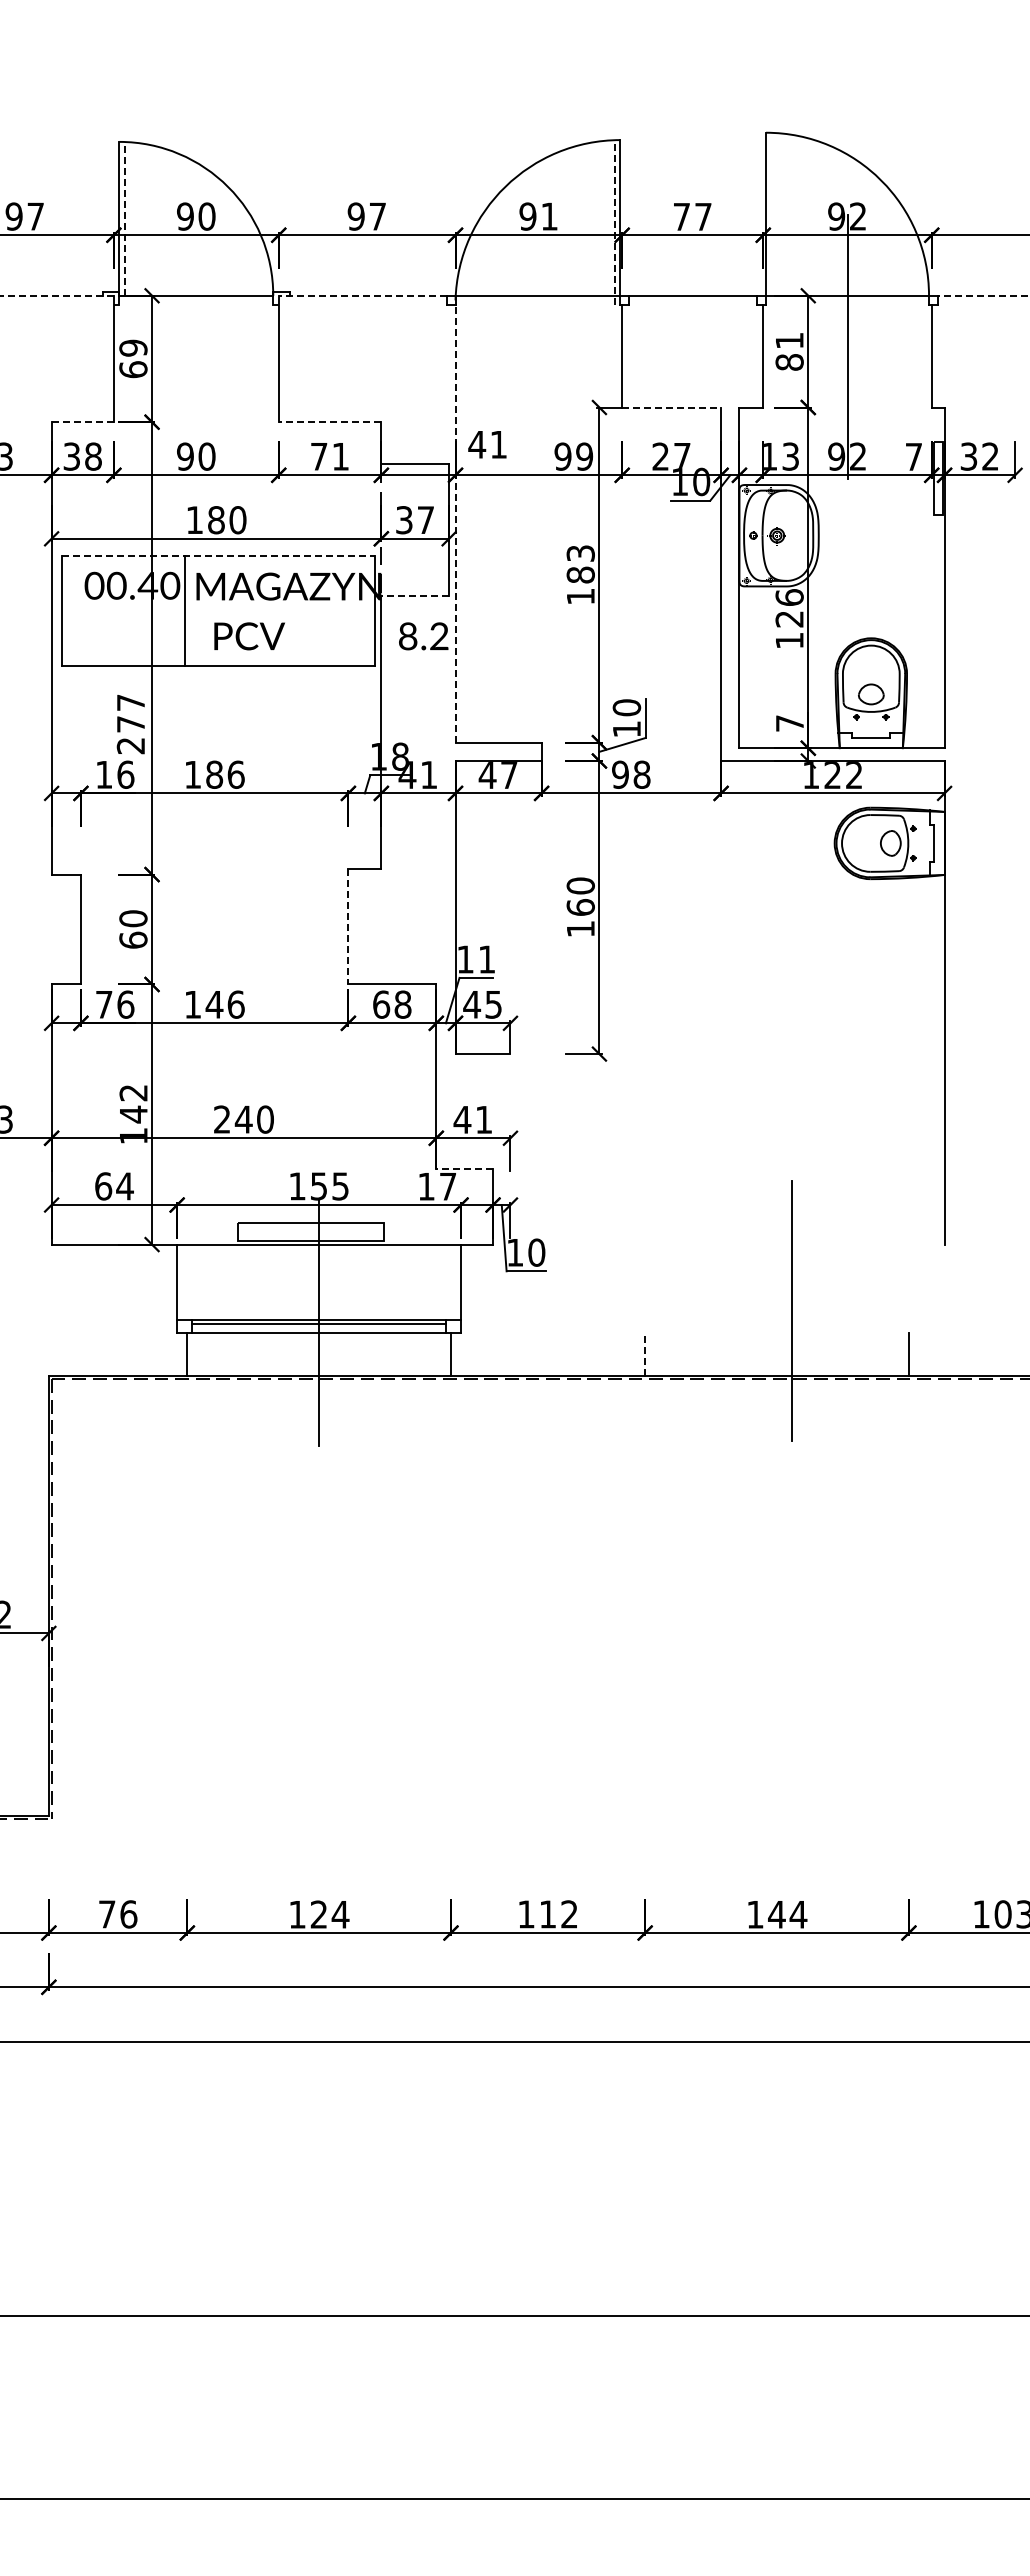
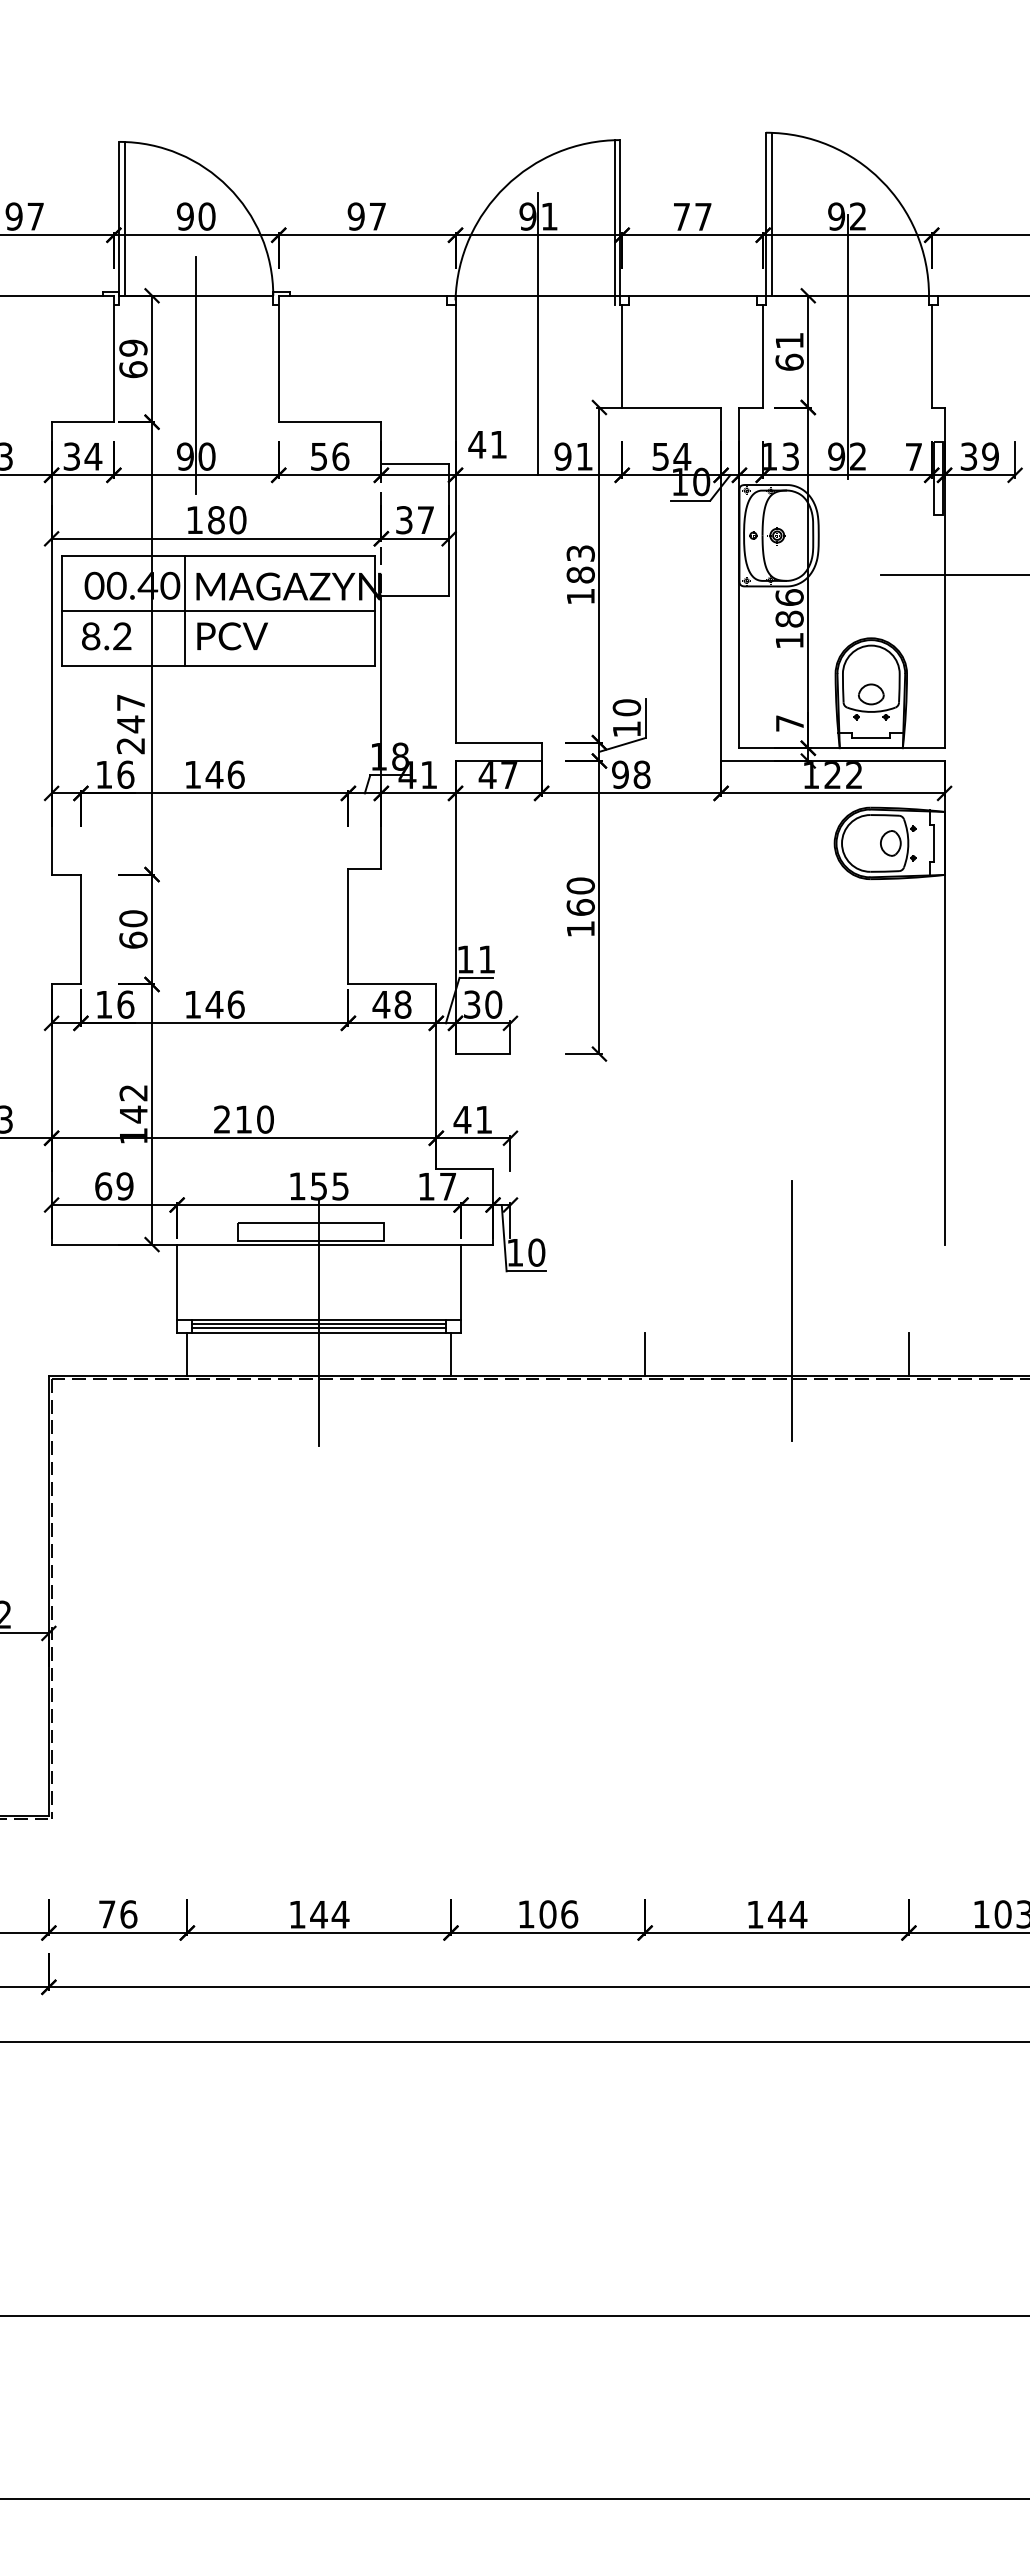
line at (771, 213): none -> present
line at (124, 218): dashed -> solid
line at (614, 222): dashed -> solid
line at (57, 295): dashed -> solid
line at (362, 295): dashed -> solid
line at (983, 295): dashed -> solid
line at (537, 333): none -> present
text at (789, 361): 81 -> 61
line at (196, 375): none -> present
line at (672, 407): dashed -> solid
line at (82, 422): dashed -> solid
line at (329, 422): dashed -> solid
text at (93, 456): 38 -> 34
text at (330, 456): 71 -> 56
text at (584, 456): 99 -> 91
text at (671, 456): 27 -> 54
text at (990, 456): 32 -> 39
line at (455, 523): dashed -> solid
line at (218, 555): dashed -> solid
line at (953, 575): none -> present
line at (415, 596): dashed -> solid
line at (218, 610): none -> present
text at (789, 618): 126 -> 186
text at (249, 636) position: (249, 636) -> (232, 636)
text at (423, 636) position: (423, 636) -> (106, 636)
text at (130, 724): 277 -> 247
text at (214, 774): 186 -> 146
line at (348, 926): dashed -> solid
text at (104, 1004): 76 -> 16
text at (381, 1004): 68 -> 48
text at (482, 1004): 45 -> 30
text at (243, 1119): 240 -> 210
line at (464, 1169): dashed -> solid
text at (124, 1186): 64 -> 69
line at (318, 1327): none -> present
line at (645, 1354): dashed -> solid
text at (318, 1914): 124 -> 144
text at (558, 1914): 112 -> 106
